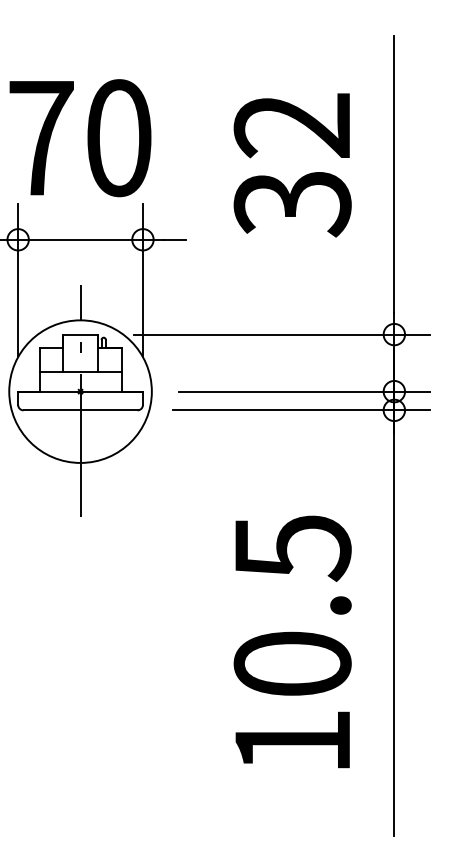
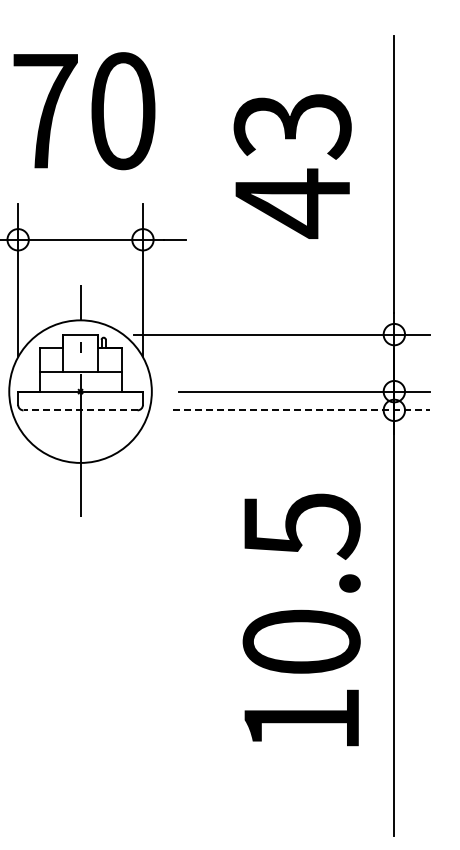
text at (80, 138) position: (80, 138) -> (84, 111)
text at (292, 165): 32 -> 43
line at (80, 410): solid -> dashed
line at (302, 410): solid -> dashed
text at (292, 641) position: (292, 641) -> (301, 619)
